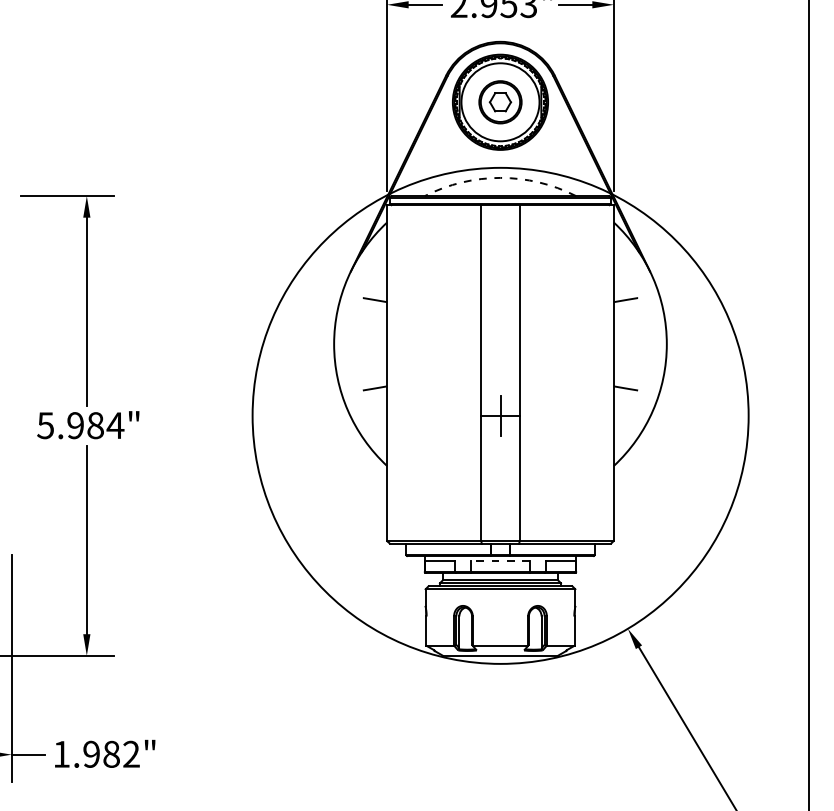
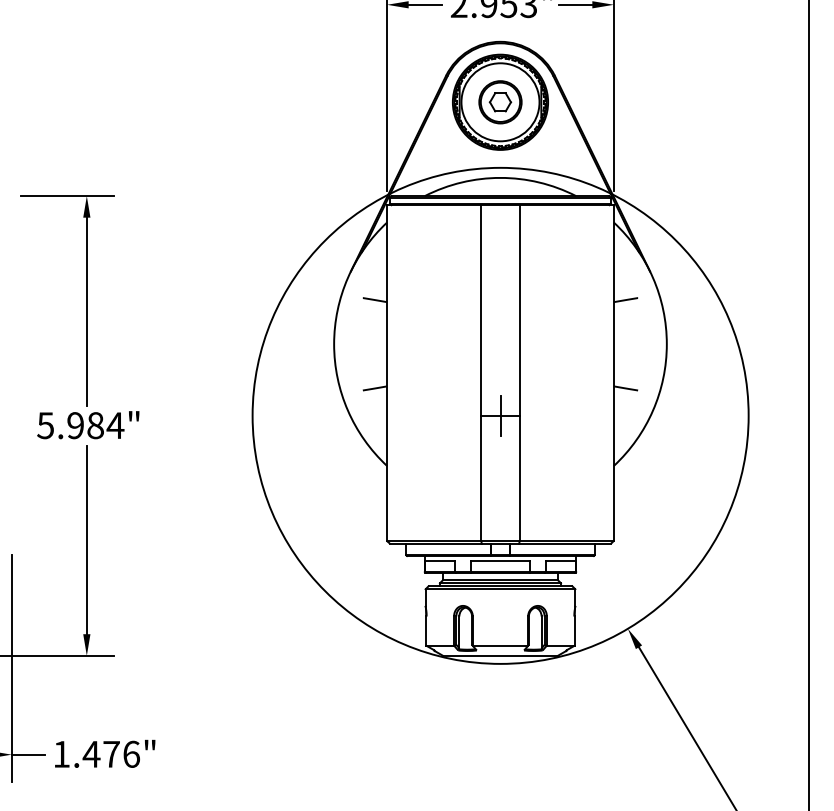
arc at (500, 177): dashed -> solid
line at (500, 560): dashed -> solid
text at (110, 753): 1.982" -> 1.476"
